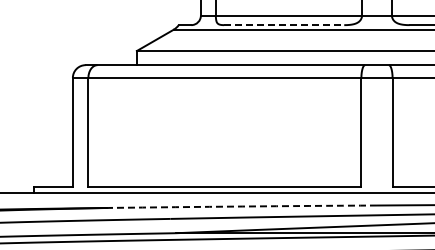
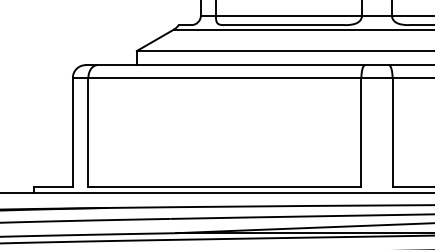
line at (284, 25): dashed -> solid
arc at (242, 206): dashed -> solid
